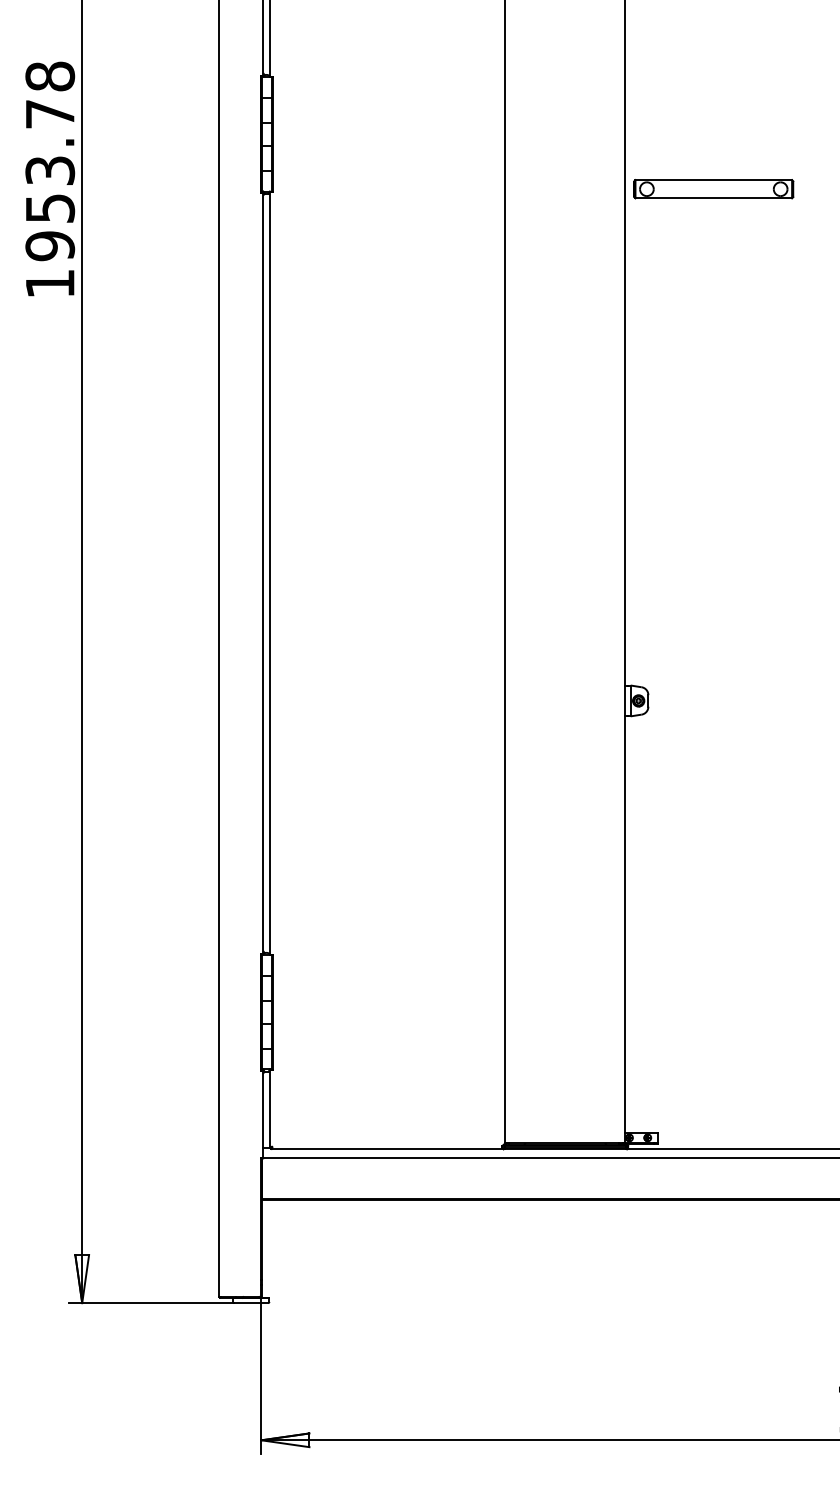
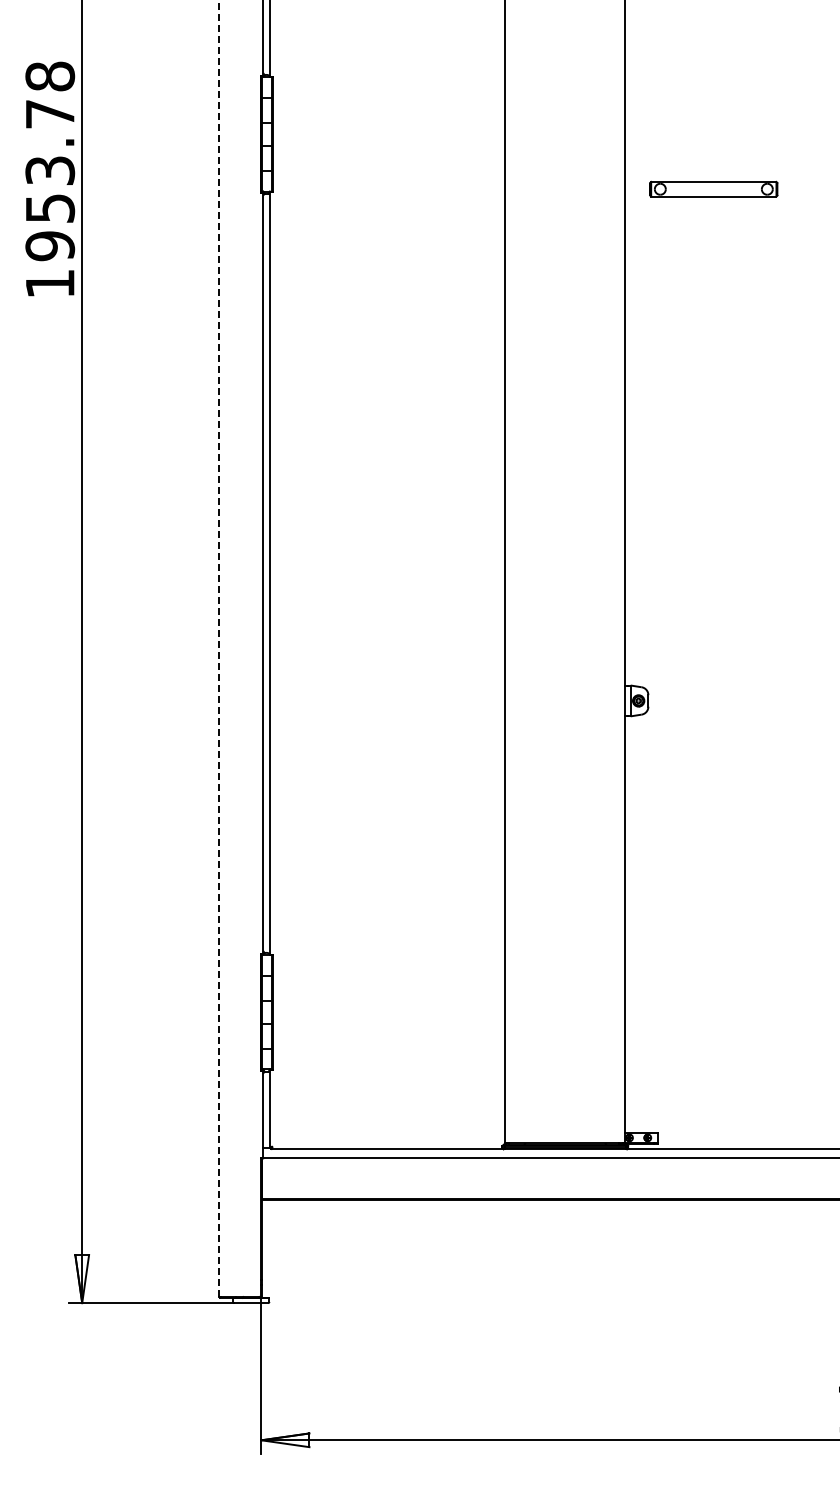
part at (713, 189) size: 162x21 px -> 130x18 px
line at (219, 648): solid -> dashed
